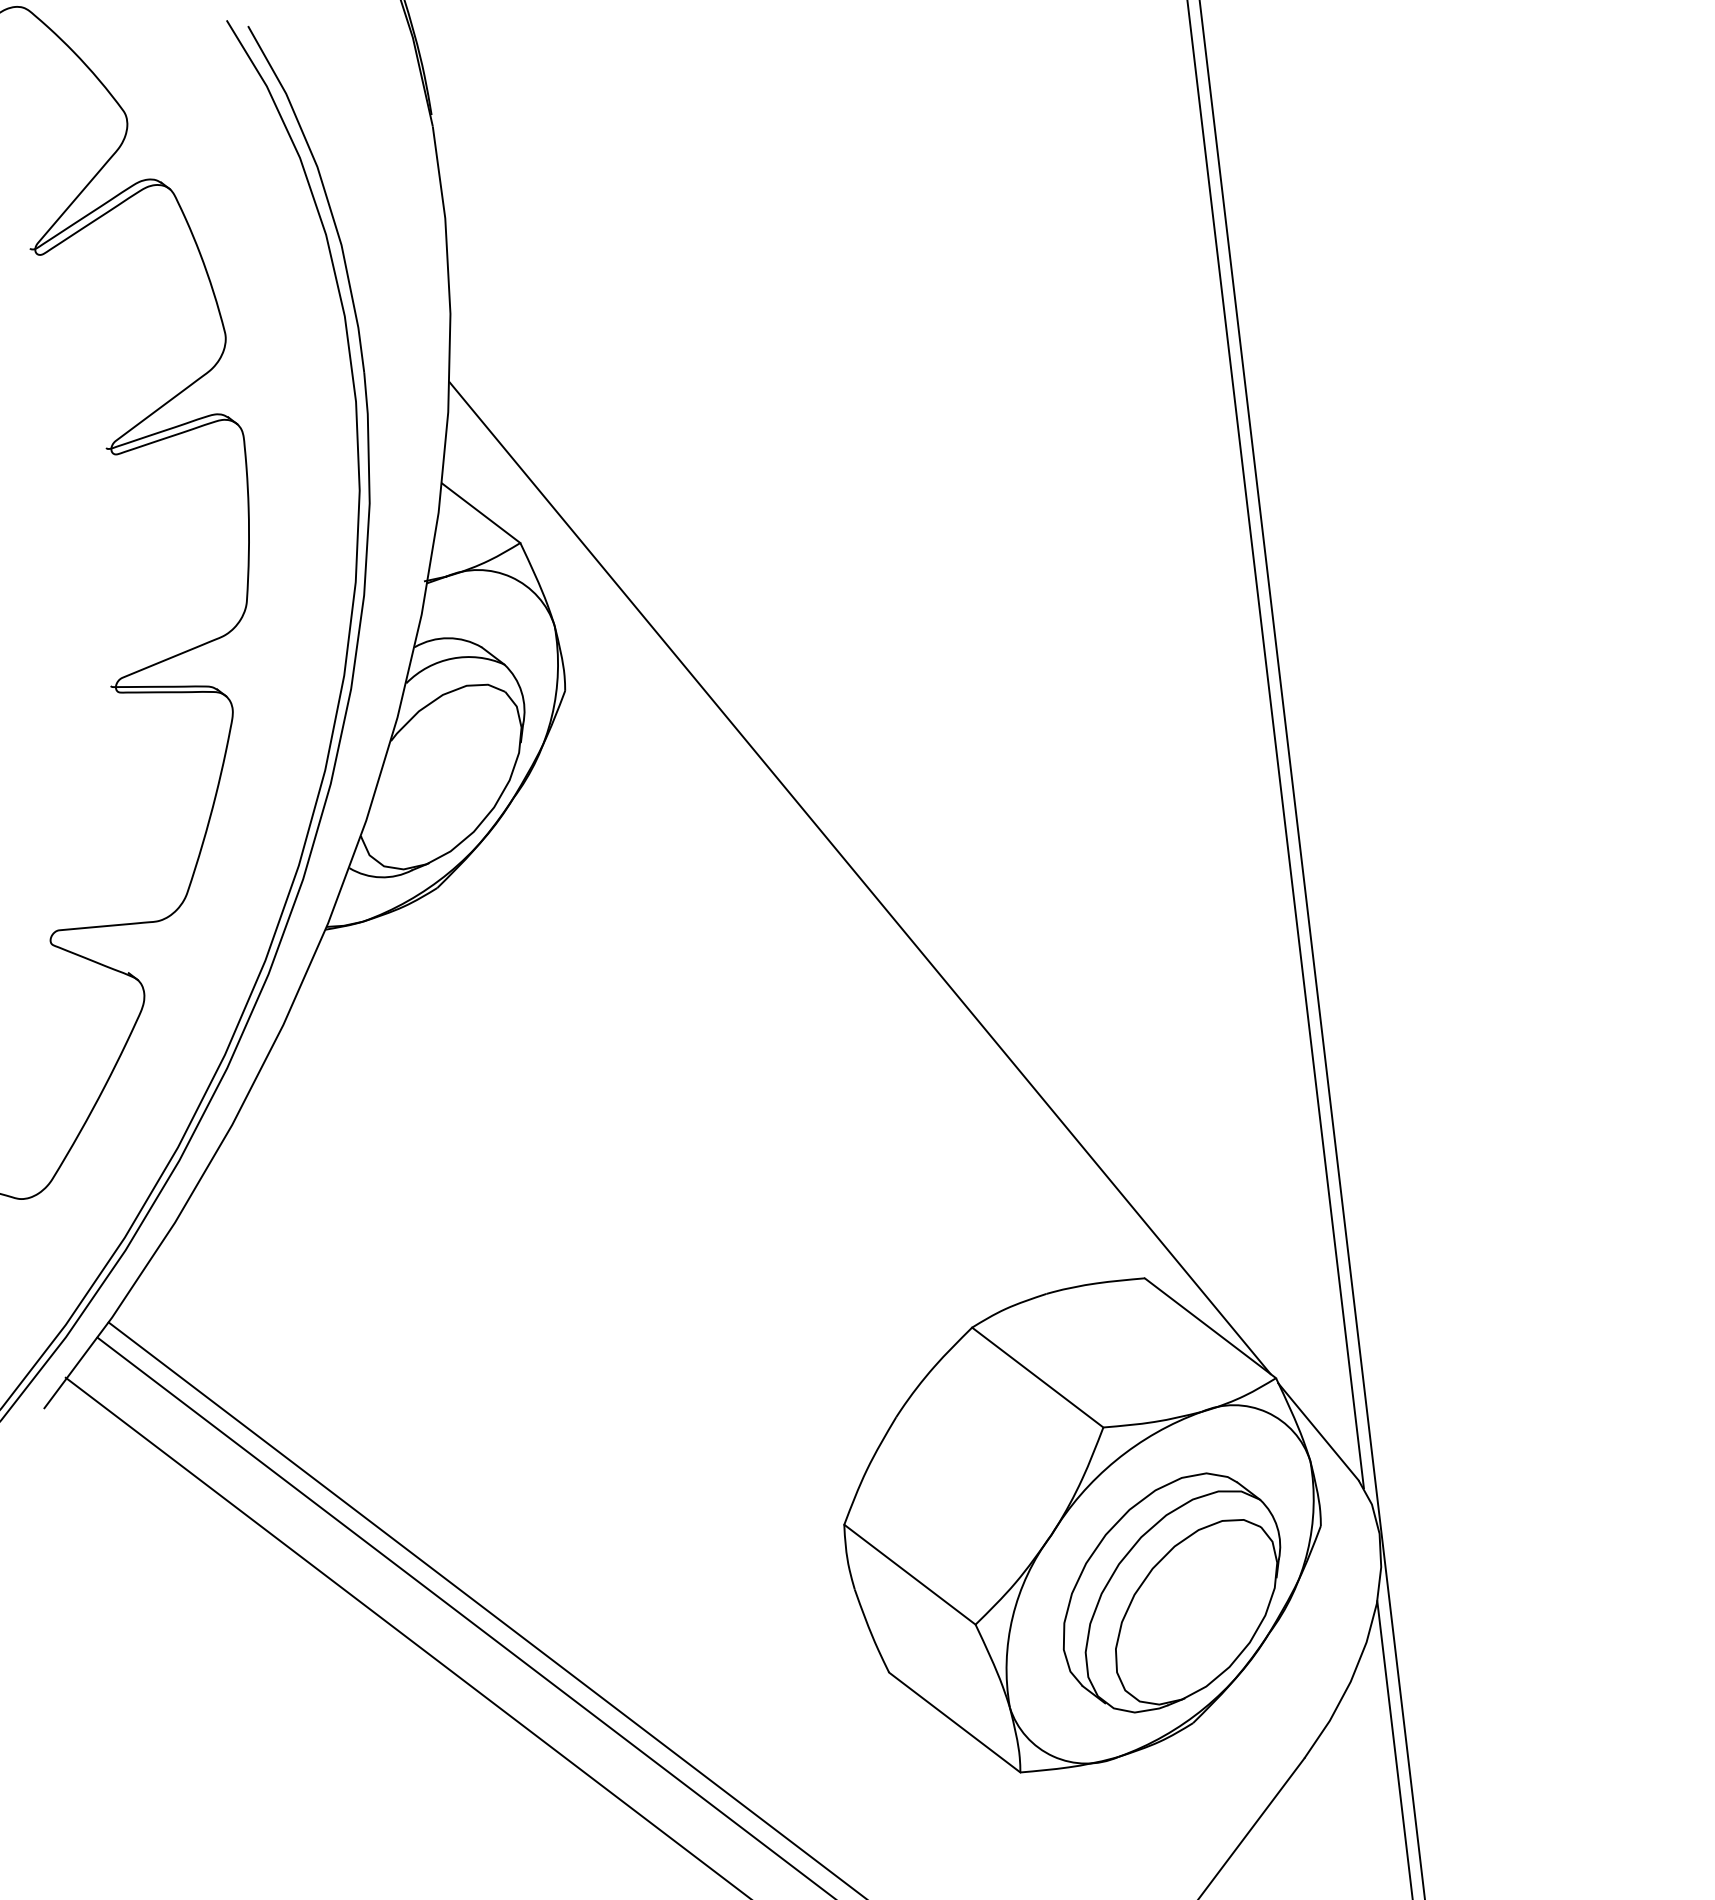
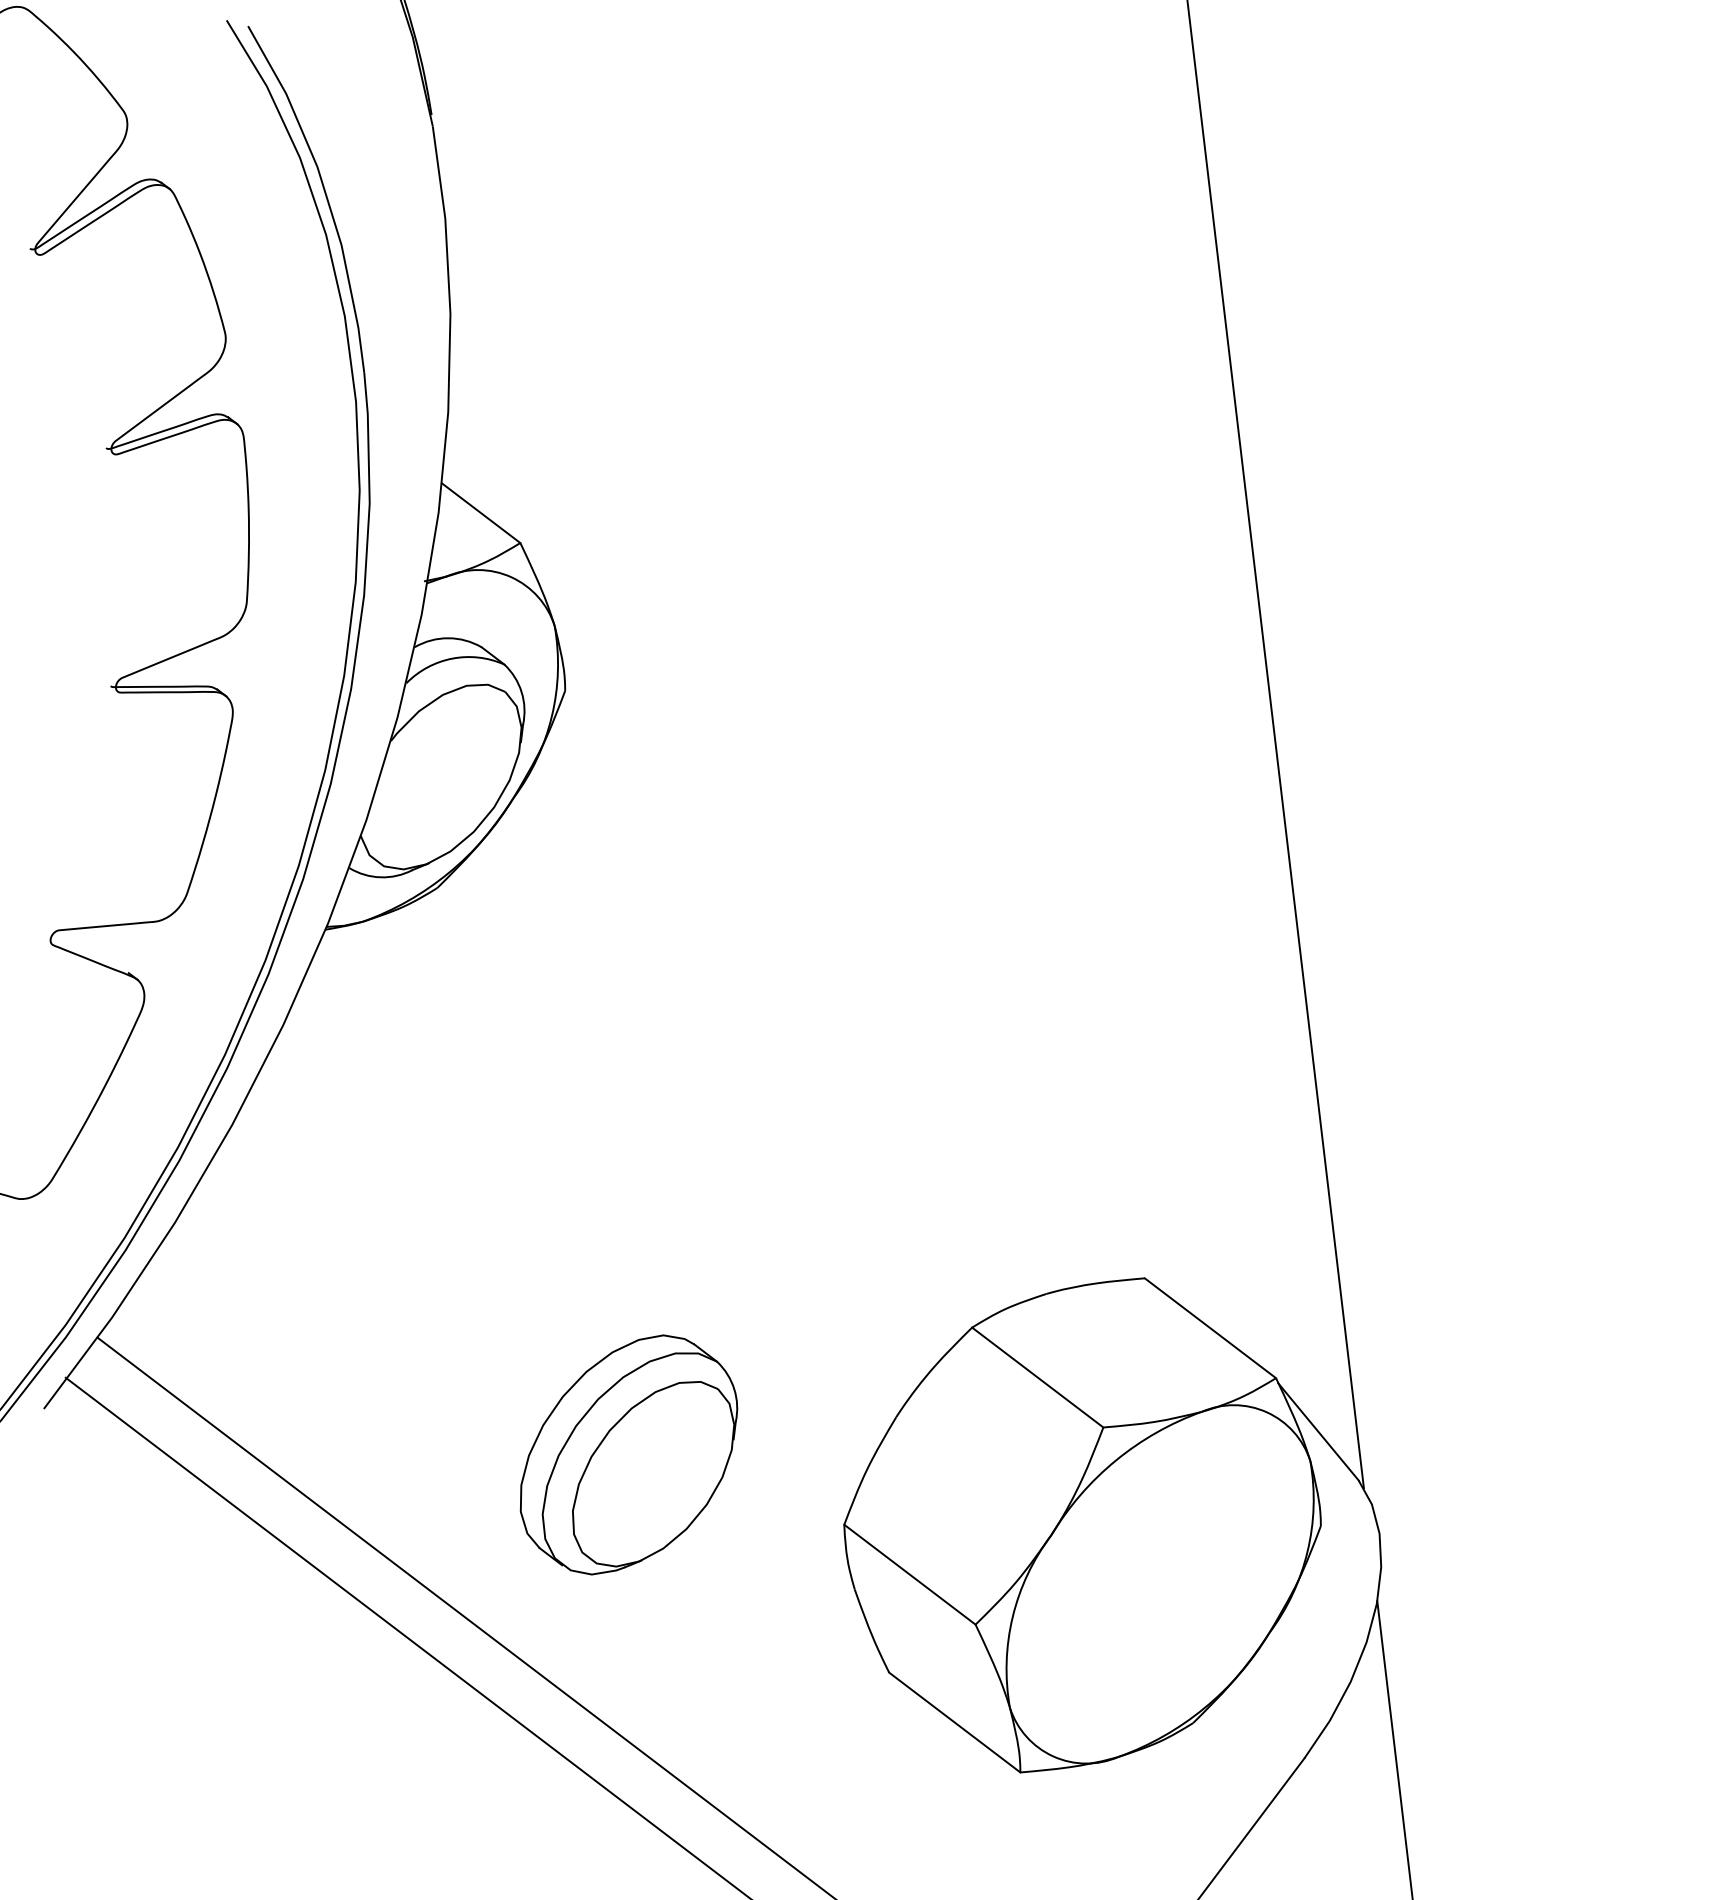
line at (859, 878): present -> none
line at (1311, 949): present -> none
part at (1171, 1592) position: (1171, 1592) -> (628, 1454)
line at (485, 1609): present -> none
